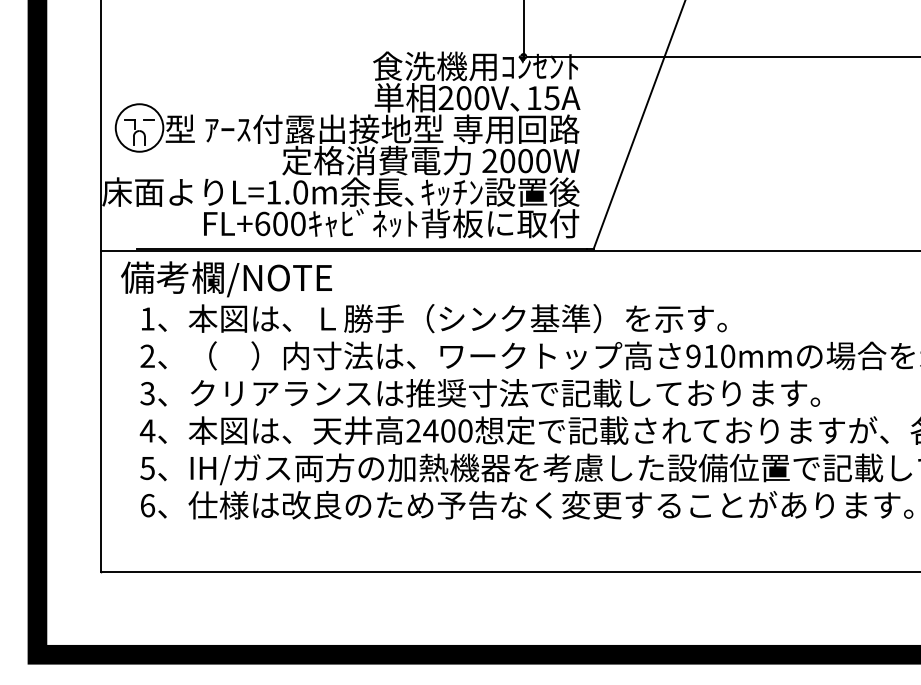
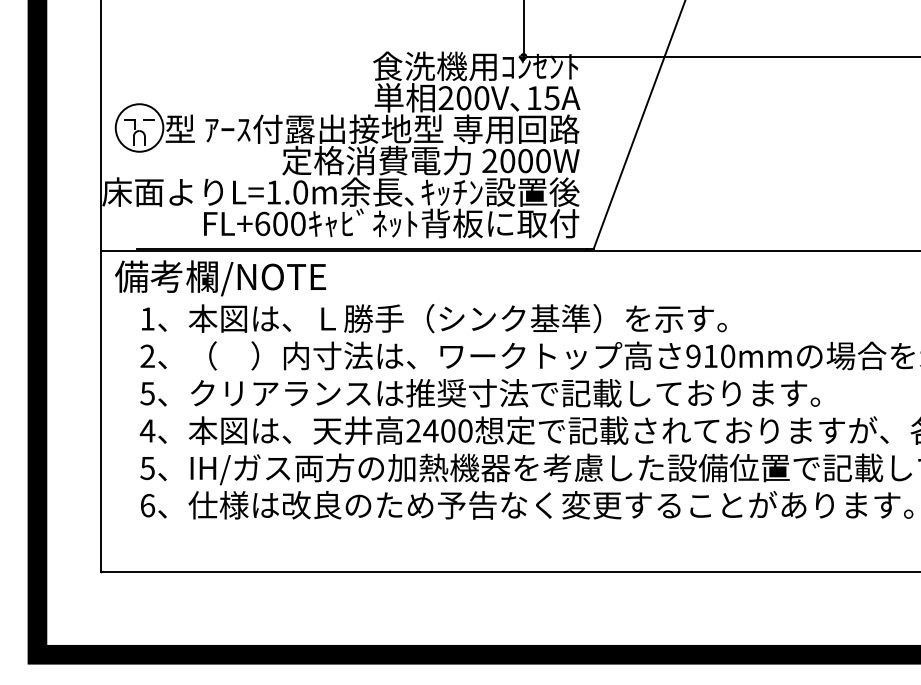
text at (226, 279) position: (226, 279) -> (220, 278)
text at (147, 392): 3 -> 5
